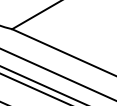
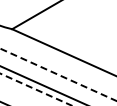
line at (58, 75): solid -> dashed
line at (36, 89): solid -> dashed
